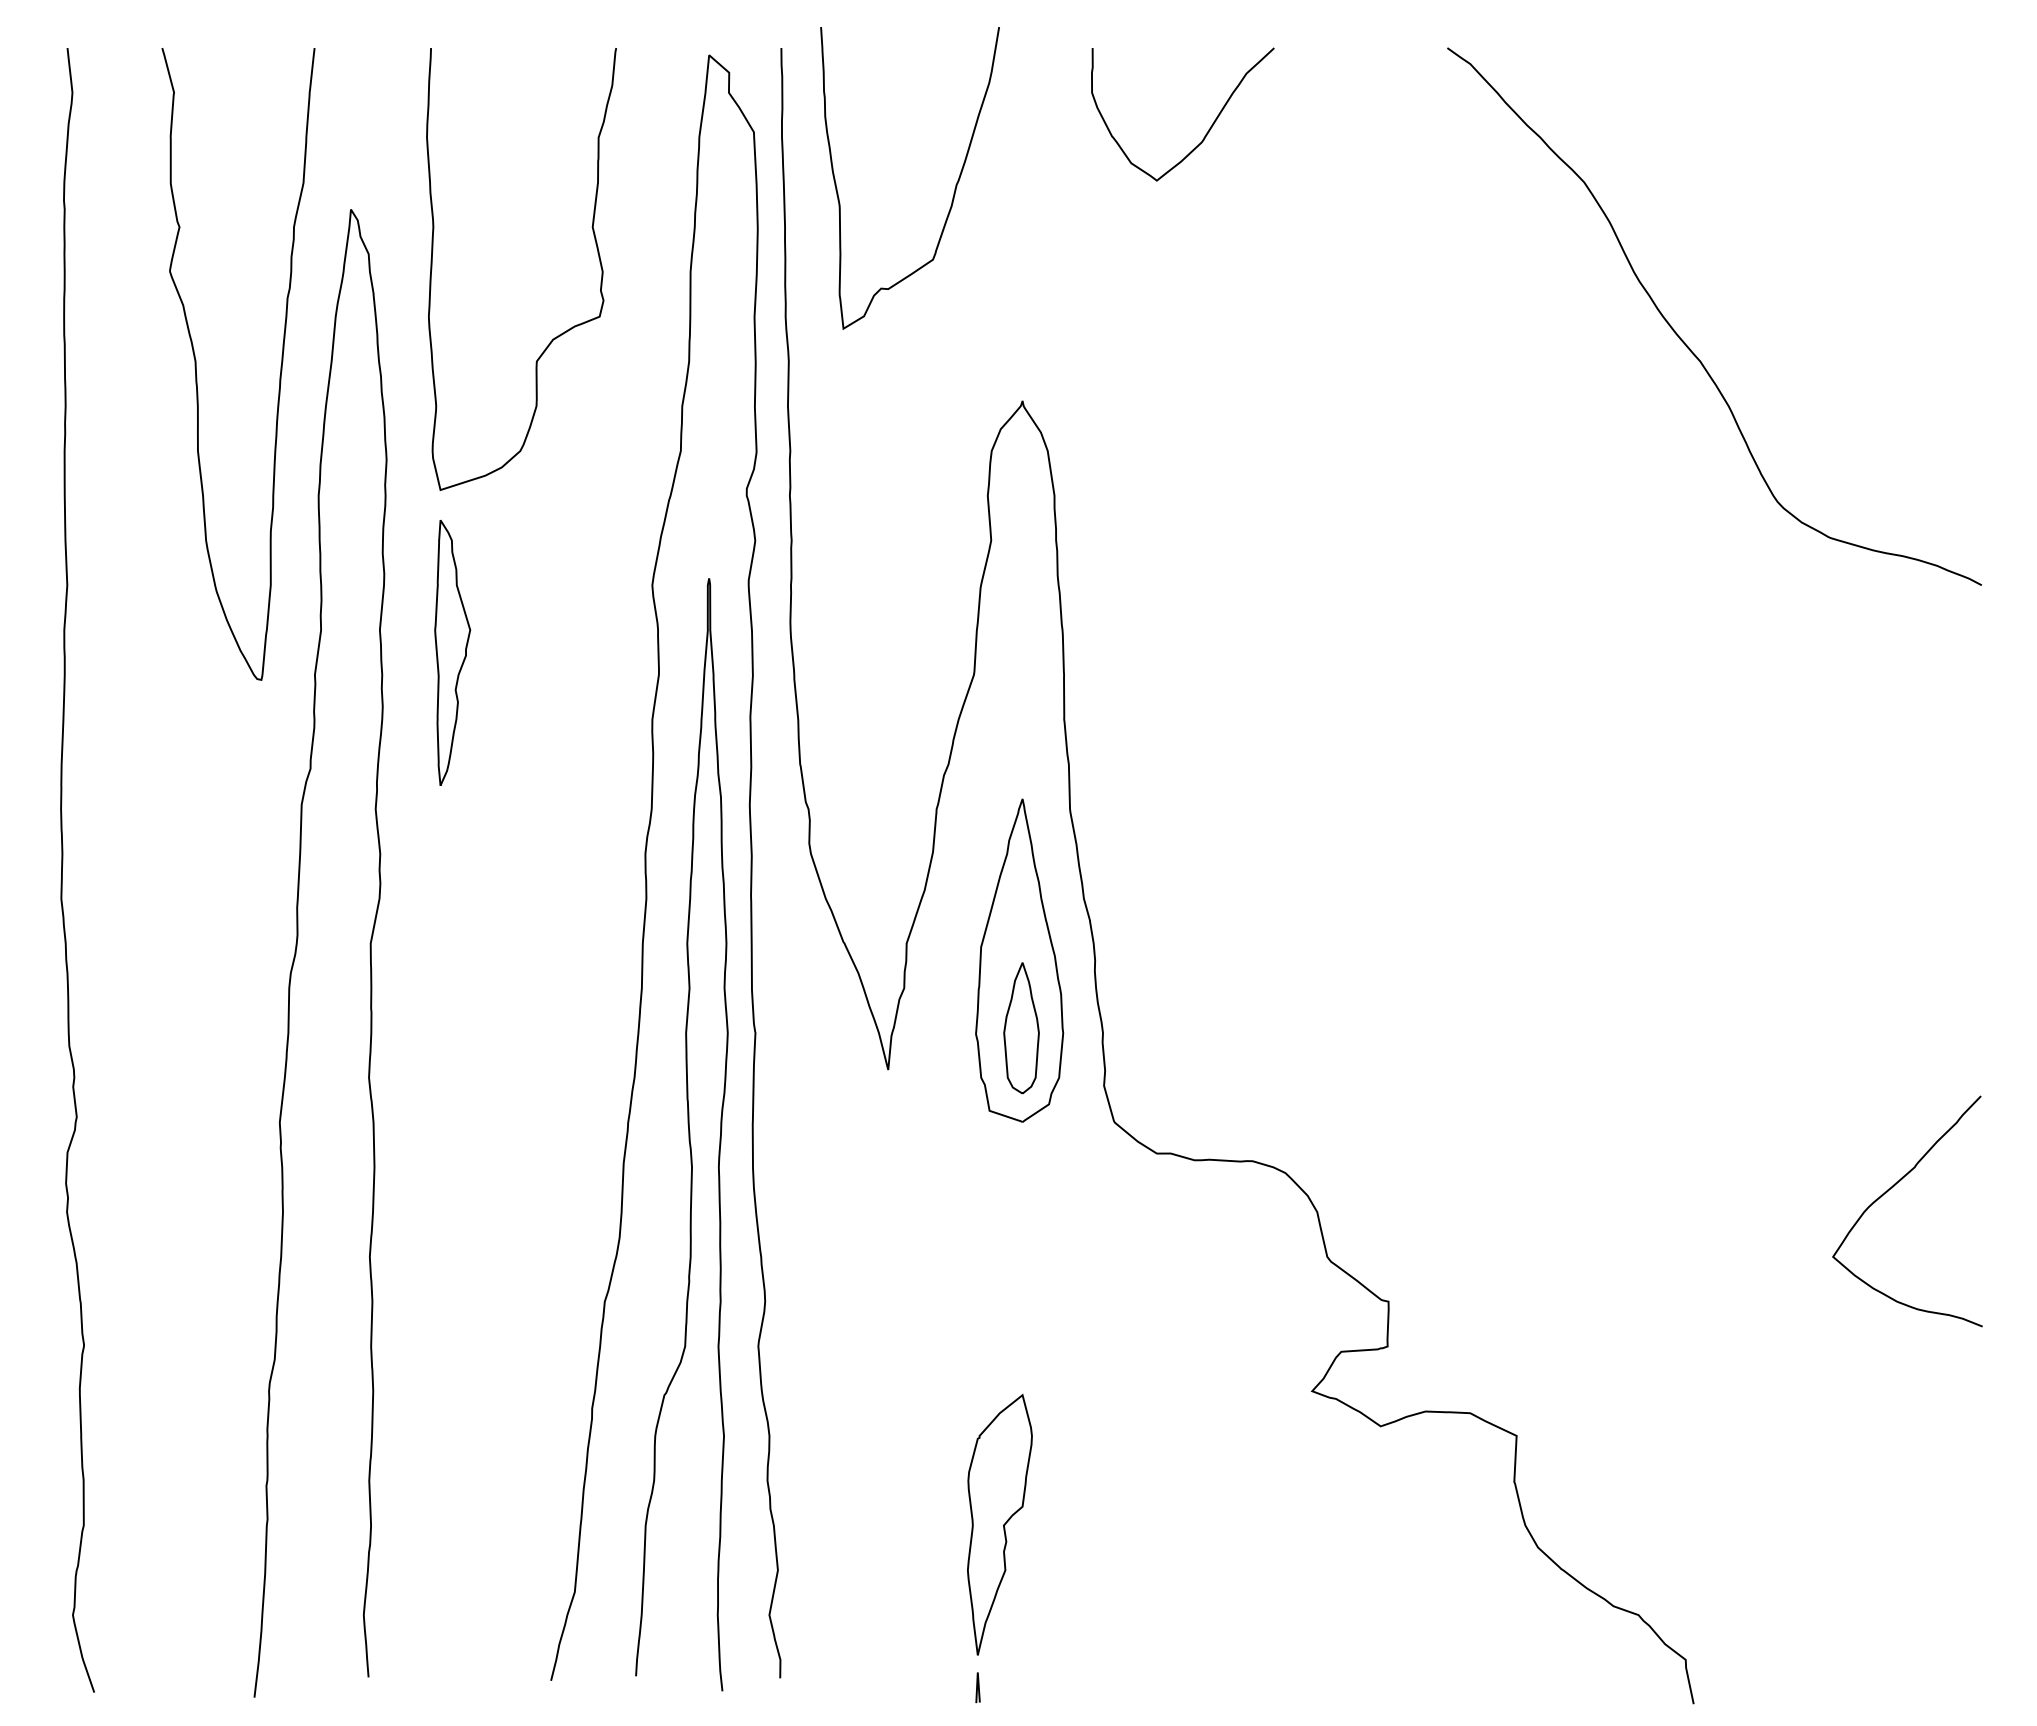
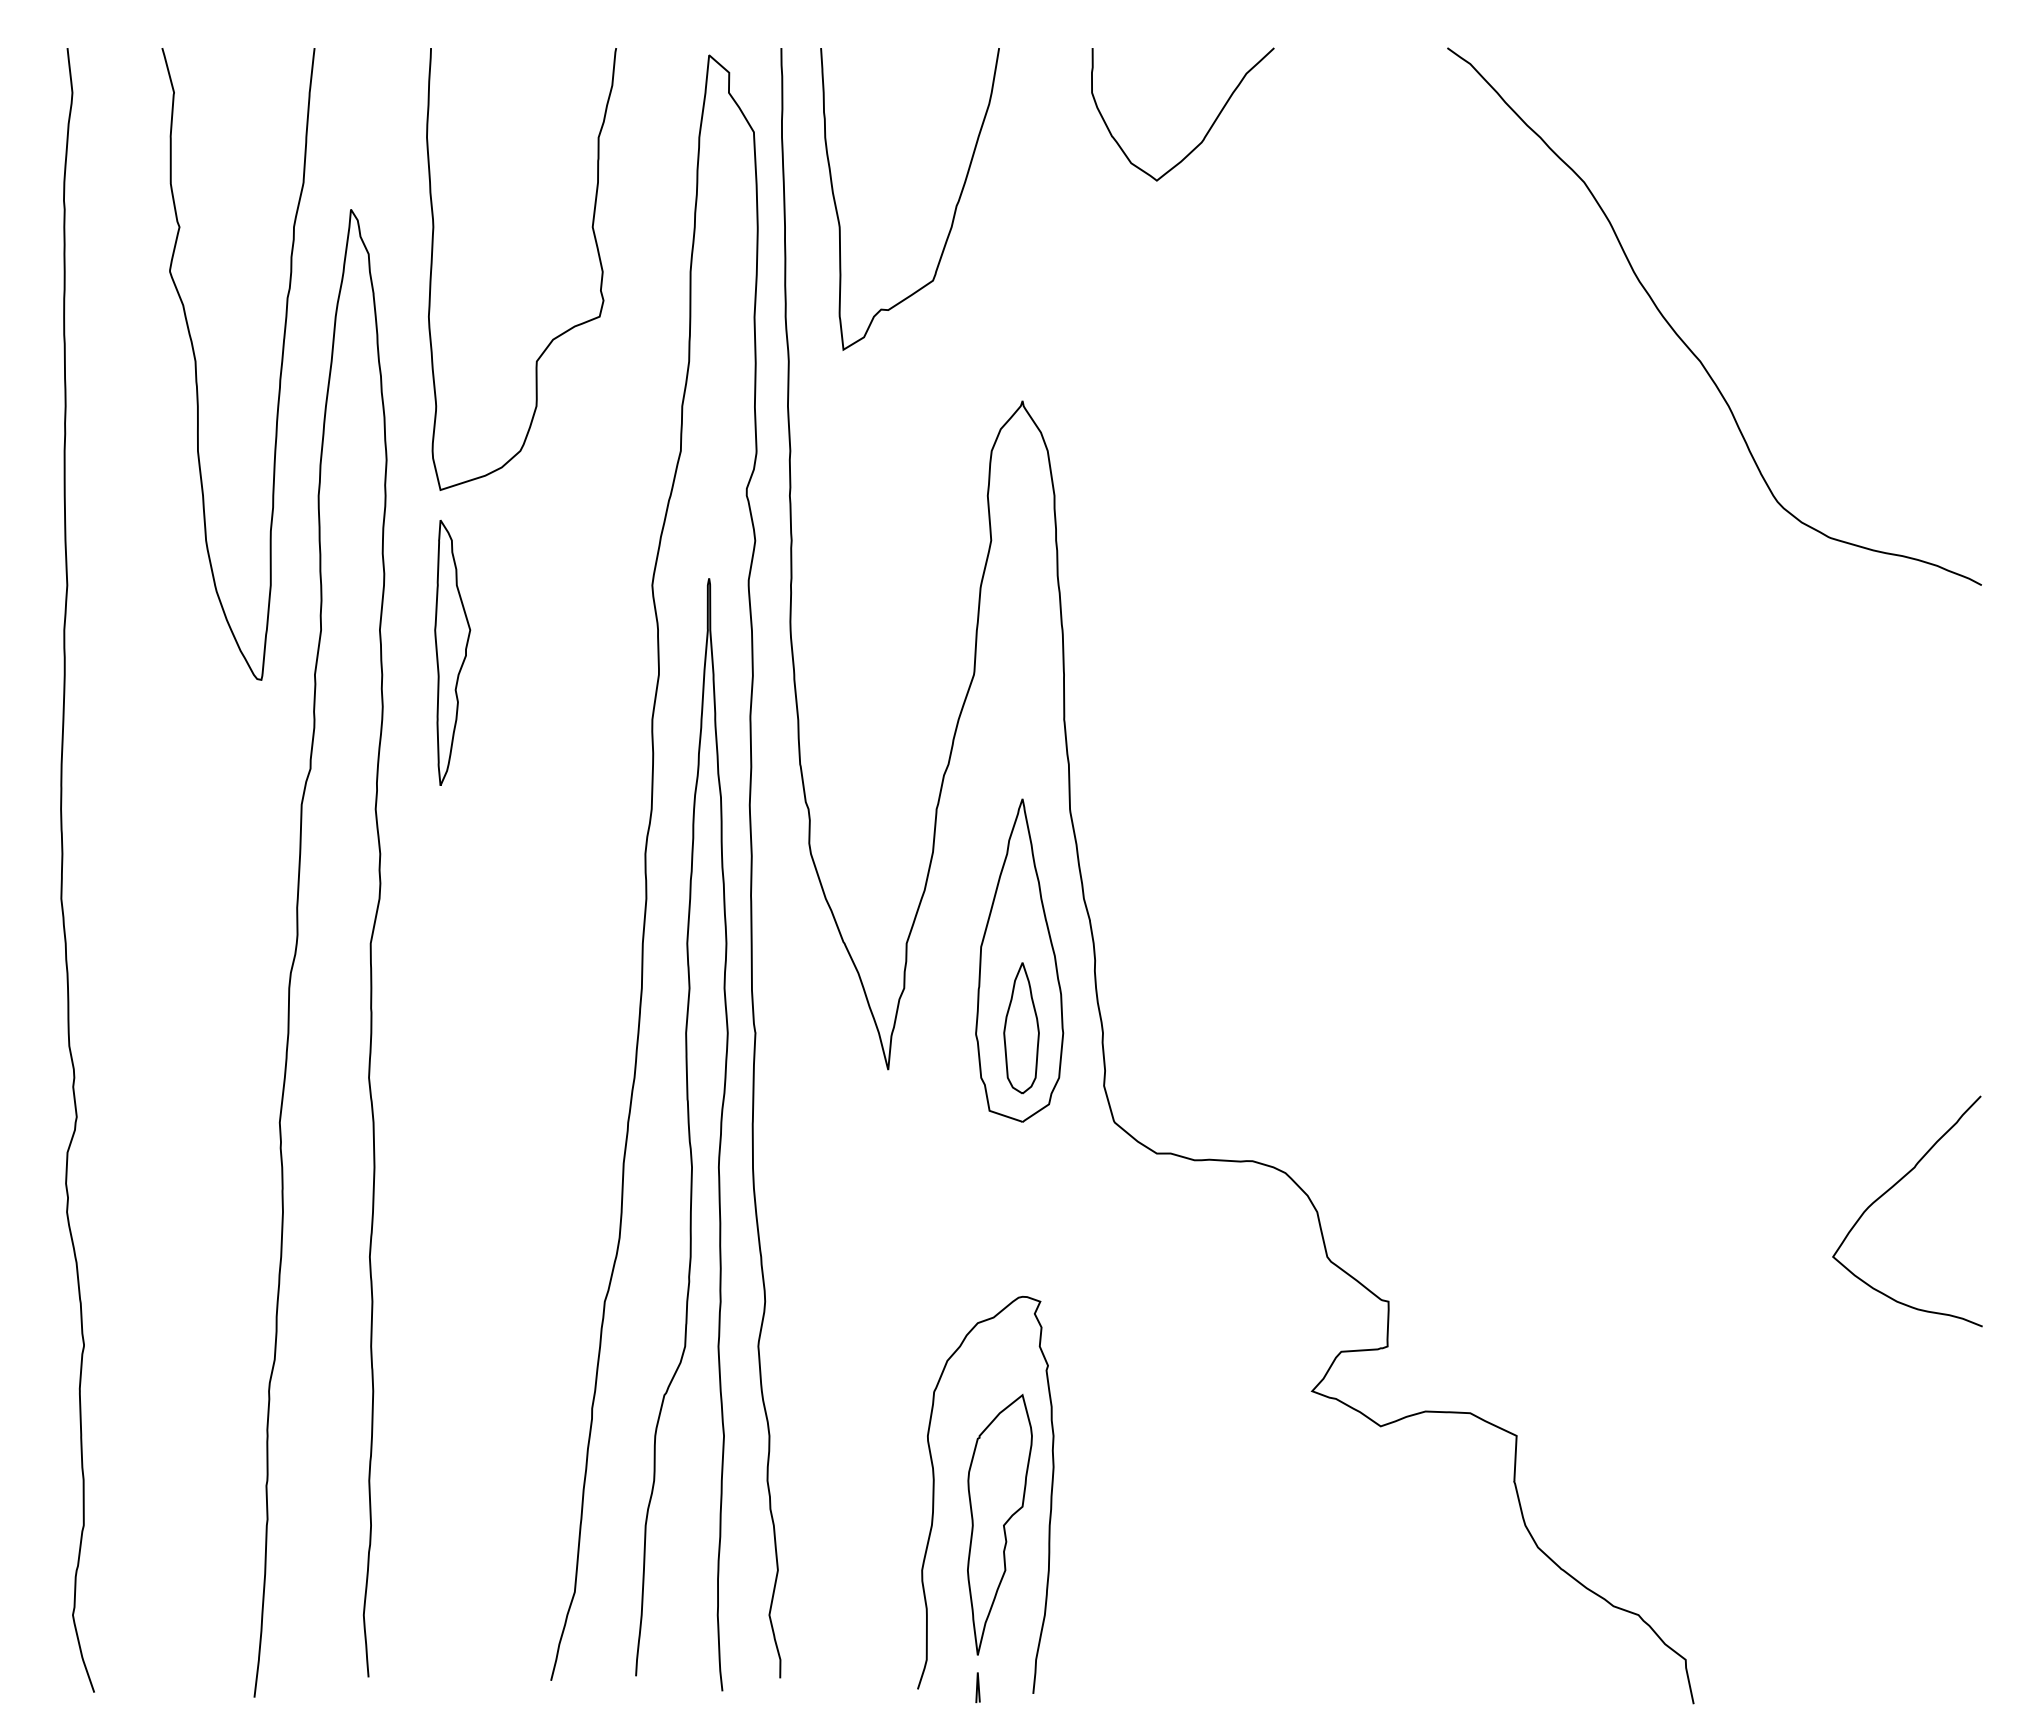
curve at (954, 188) position: (954, 188) -> (954, 209)
curve at (934, 1494): none -> present
